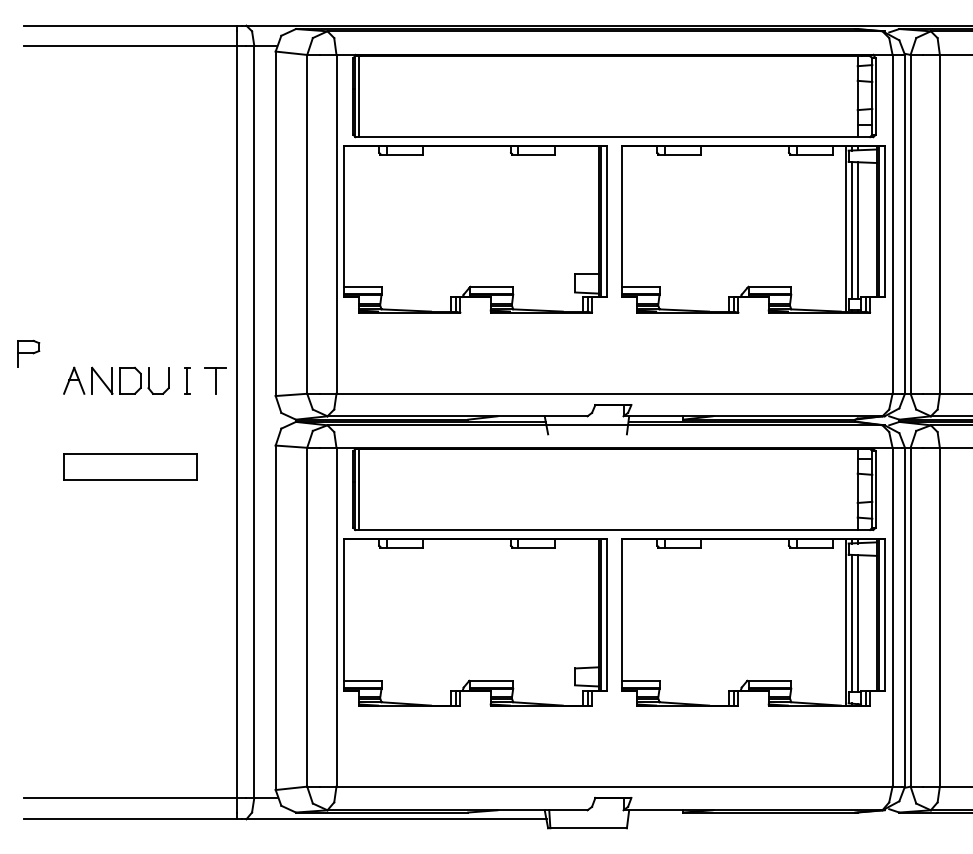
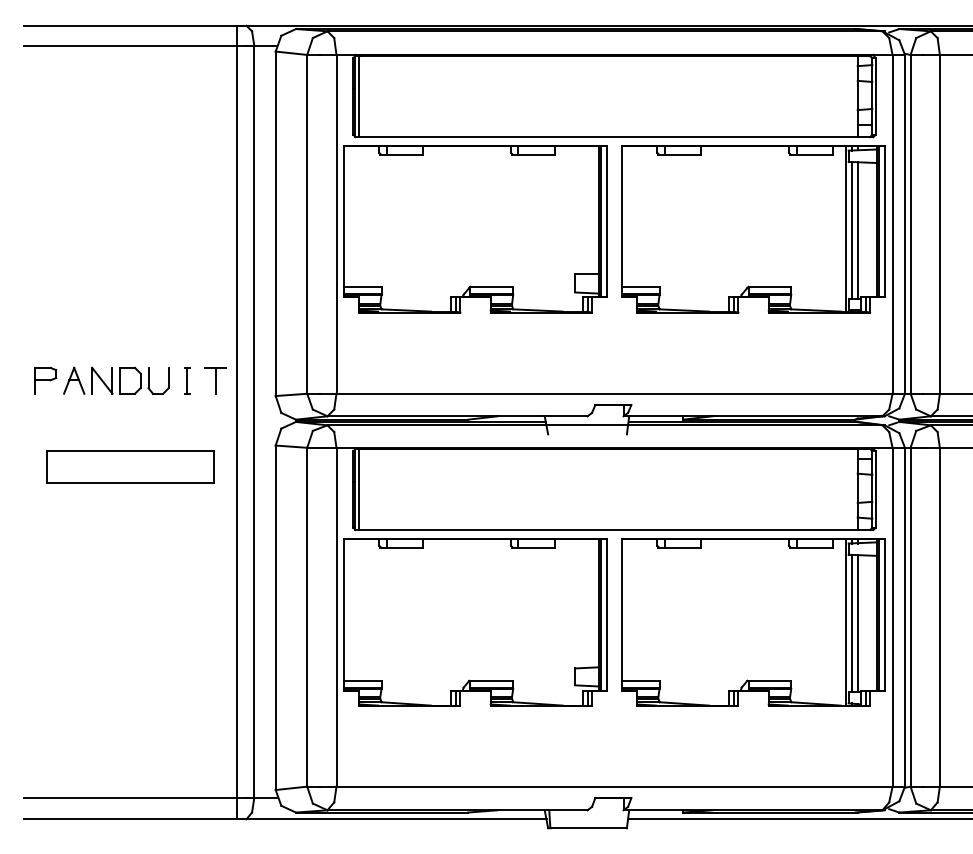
part at (28, 353) position: (28, 353) -> (45, 380)
part at (130, 466) size: 135x28 px -> 169x34 px
line at (798, 819): none -> present
